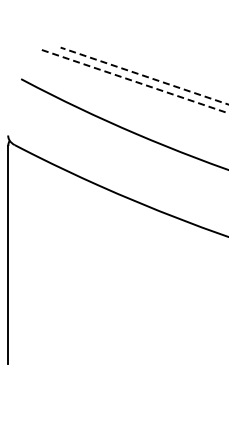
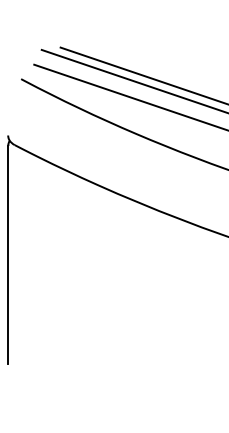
line at (144, 76): dashed -> solid
line at (135, 81): dashed -> solid
line at (129, 96): none -> present
